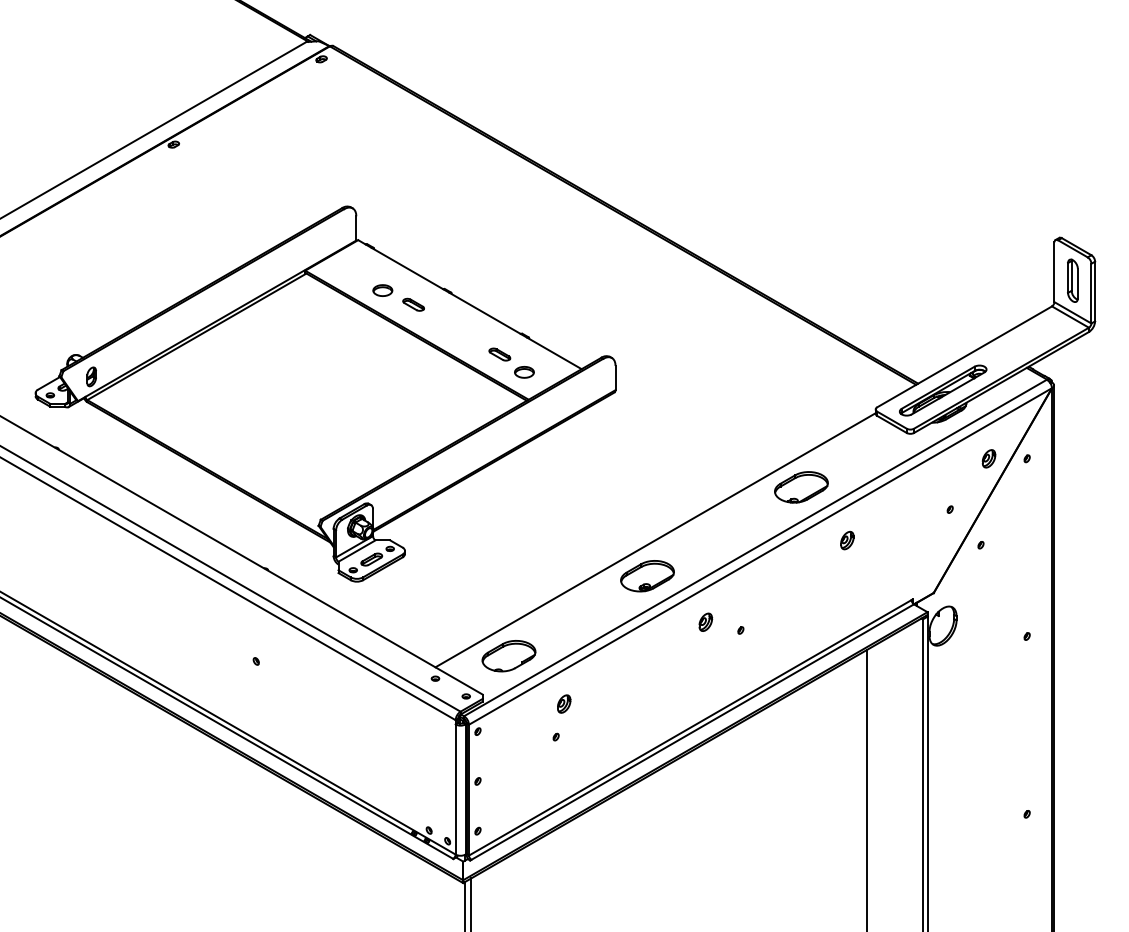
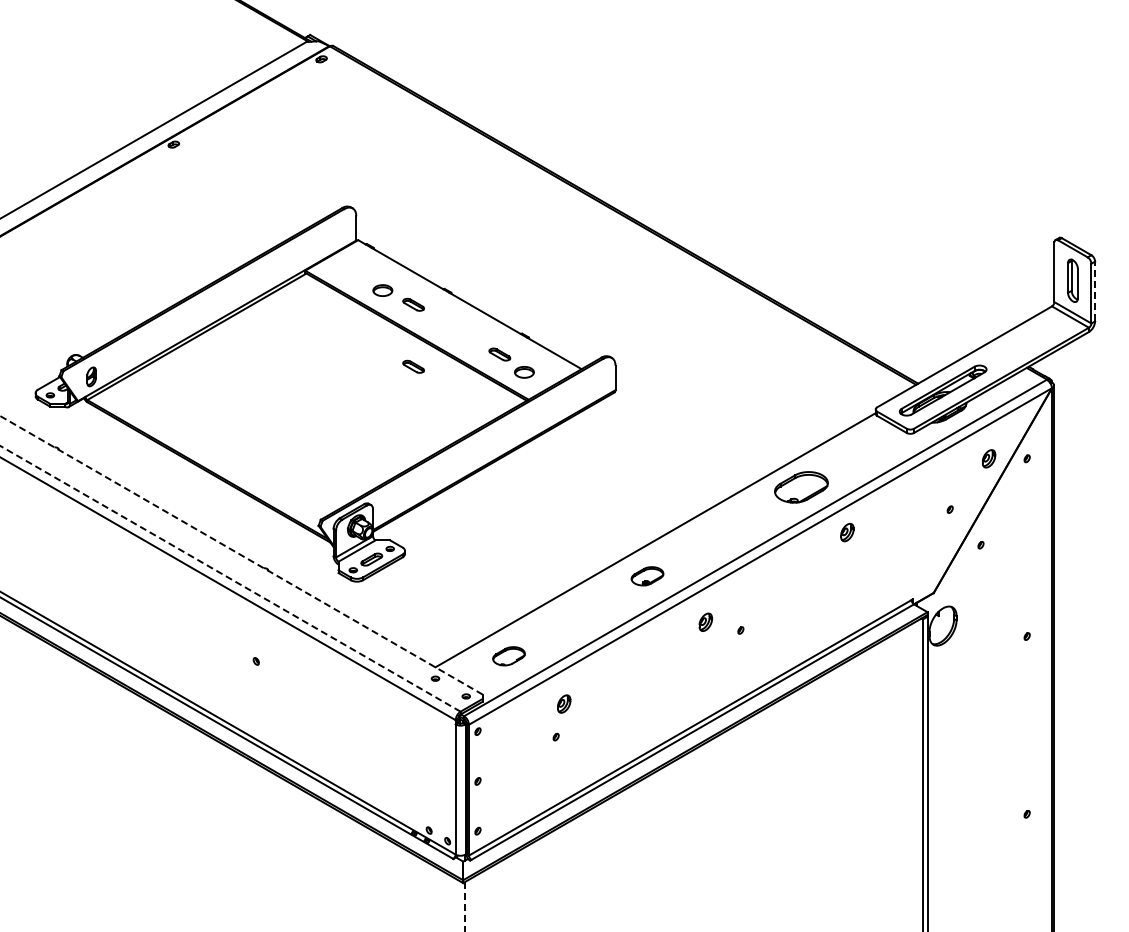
line at (1095, 291): solid -> dashed
part at (413, 366): none -> present
part at (847, 540) position: (847, 540) -> (847, 532)
line at (241, 555): solid -> dashed
part at (647, 576) size: 55x33 px -> 35x21 px
line at (230, 578): solid -> dashed
part at (508, 656) size: 56x33 px -> 34x21 px
line at (866, 789): present -> none
line at (471, 903): present -> none
line at (465, 907): solid -> dashed
